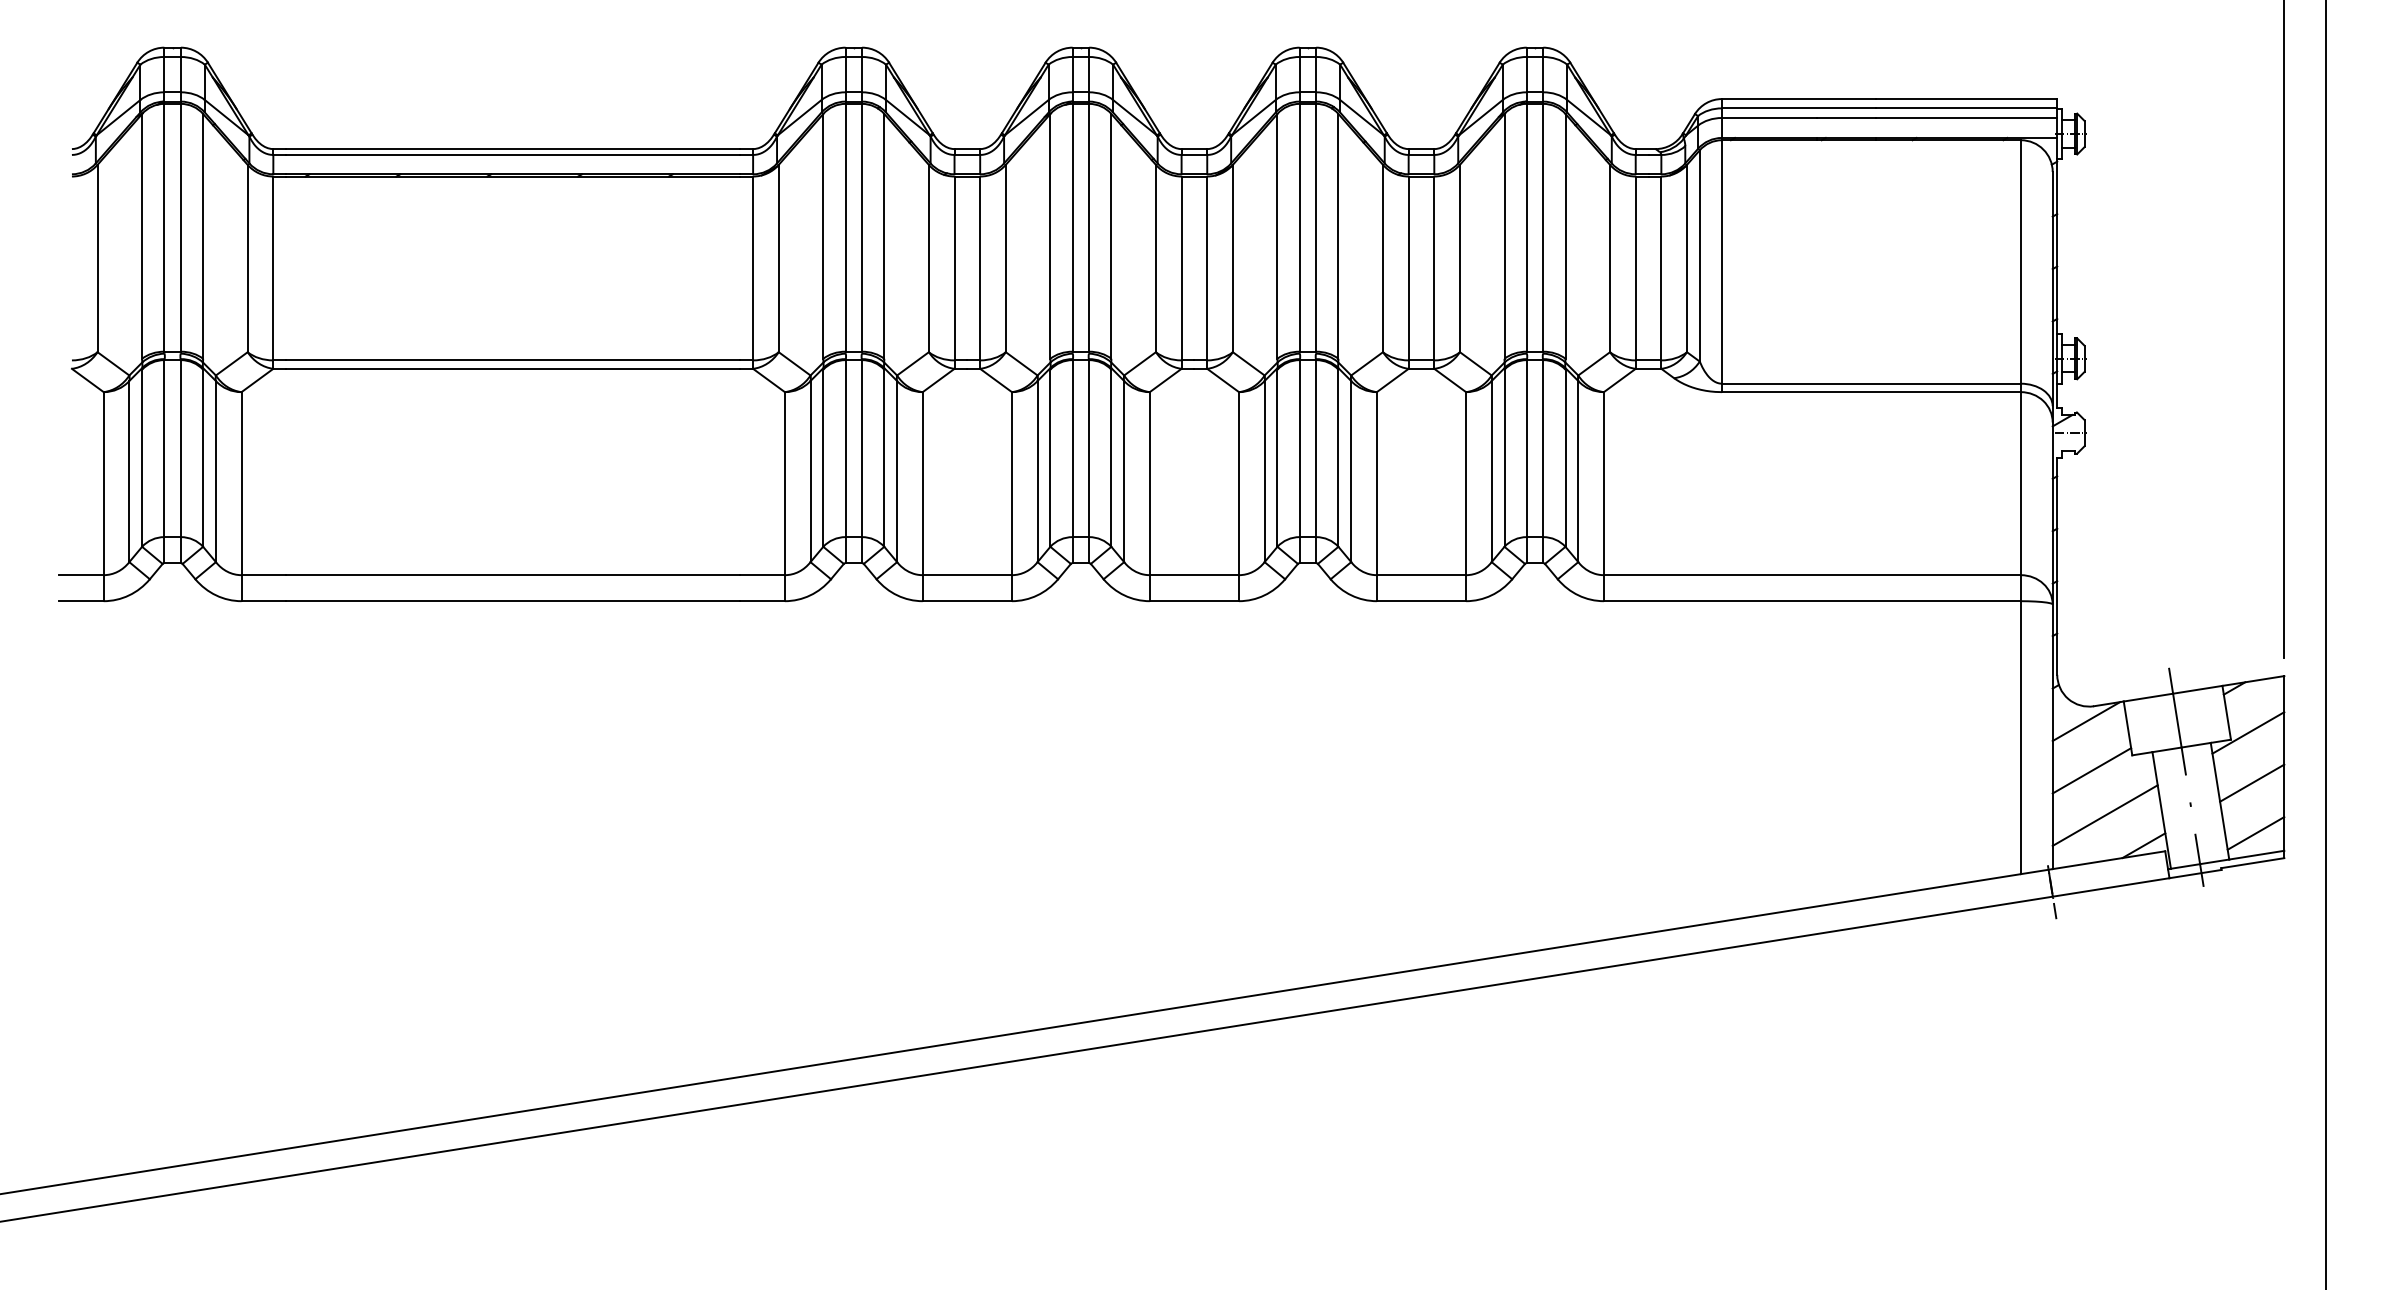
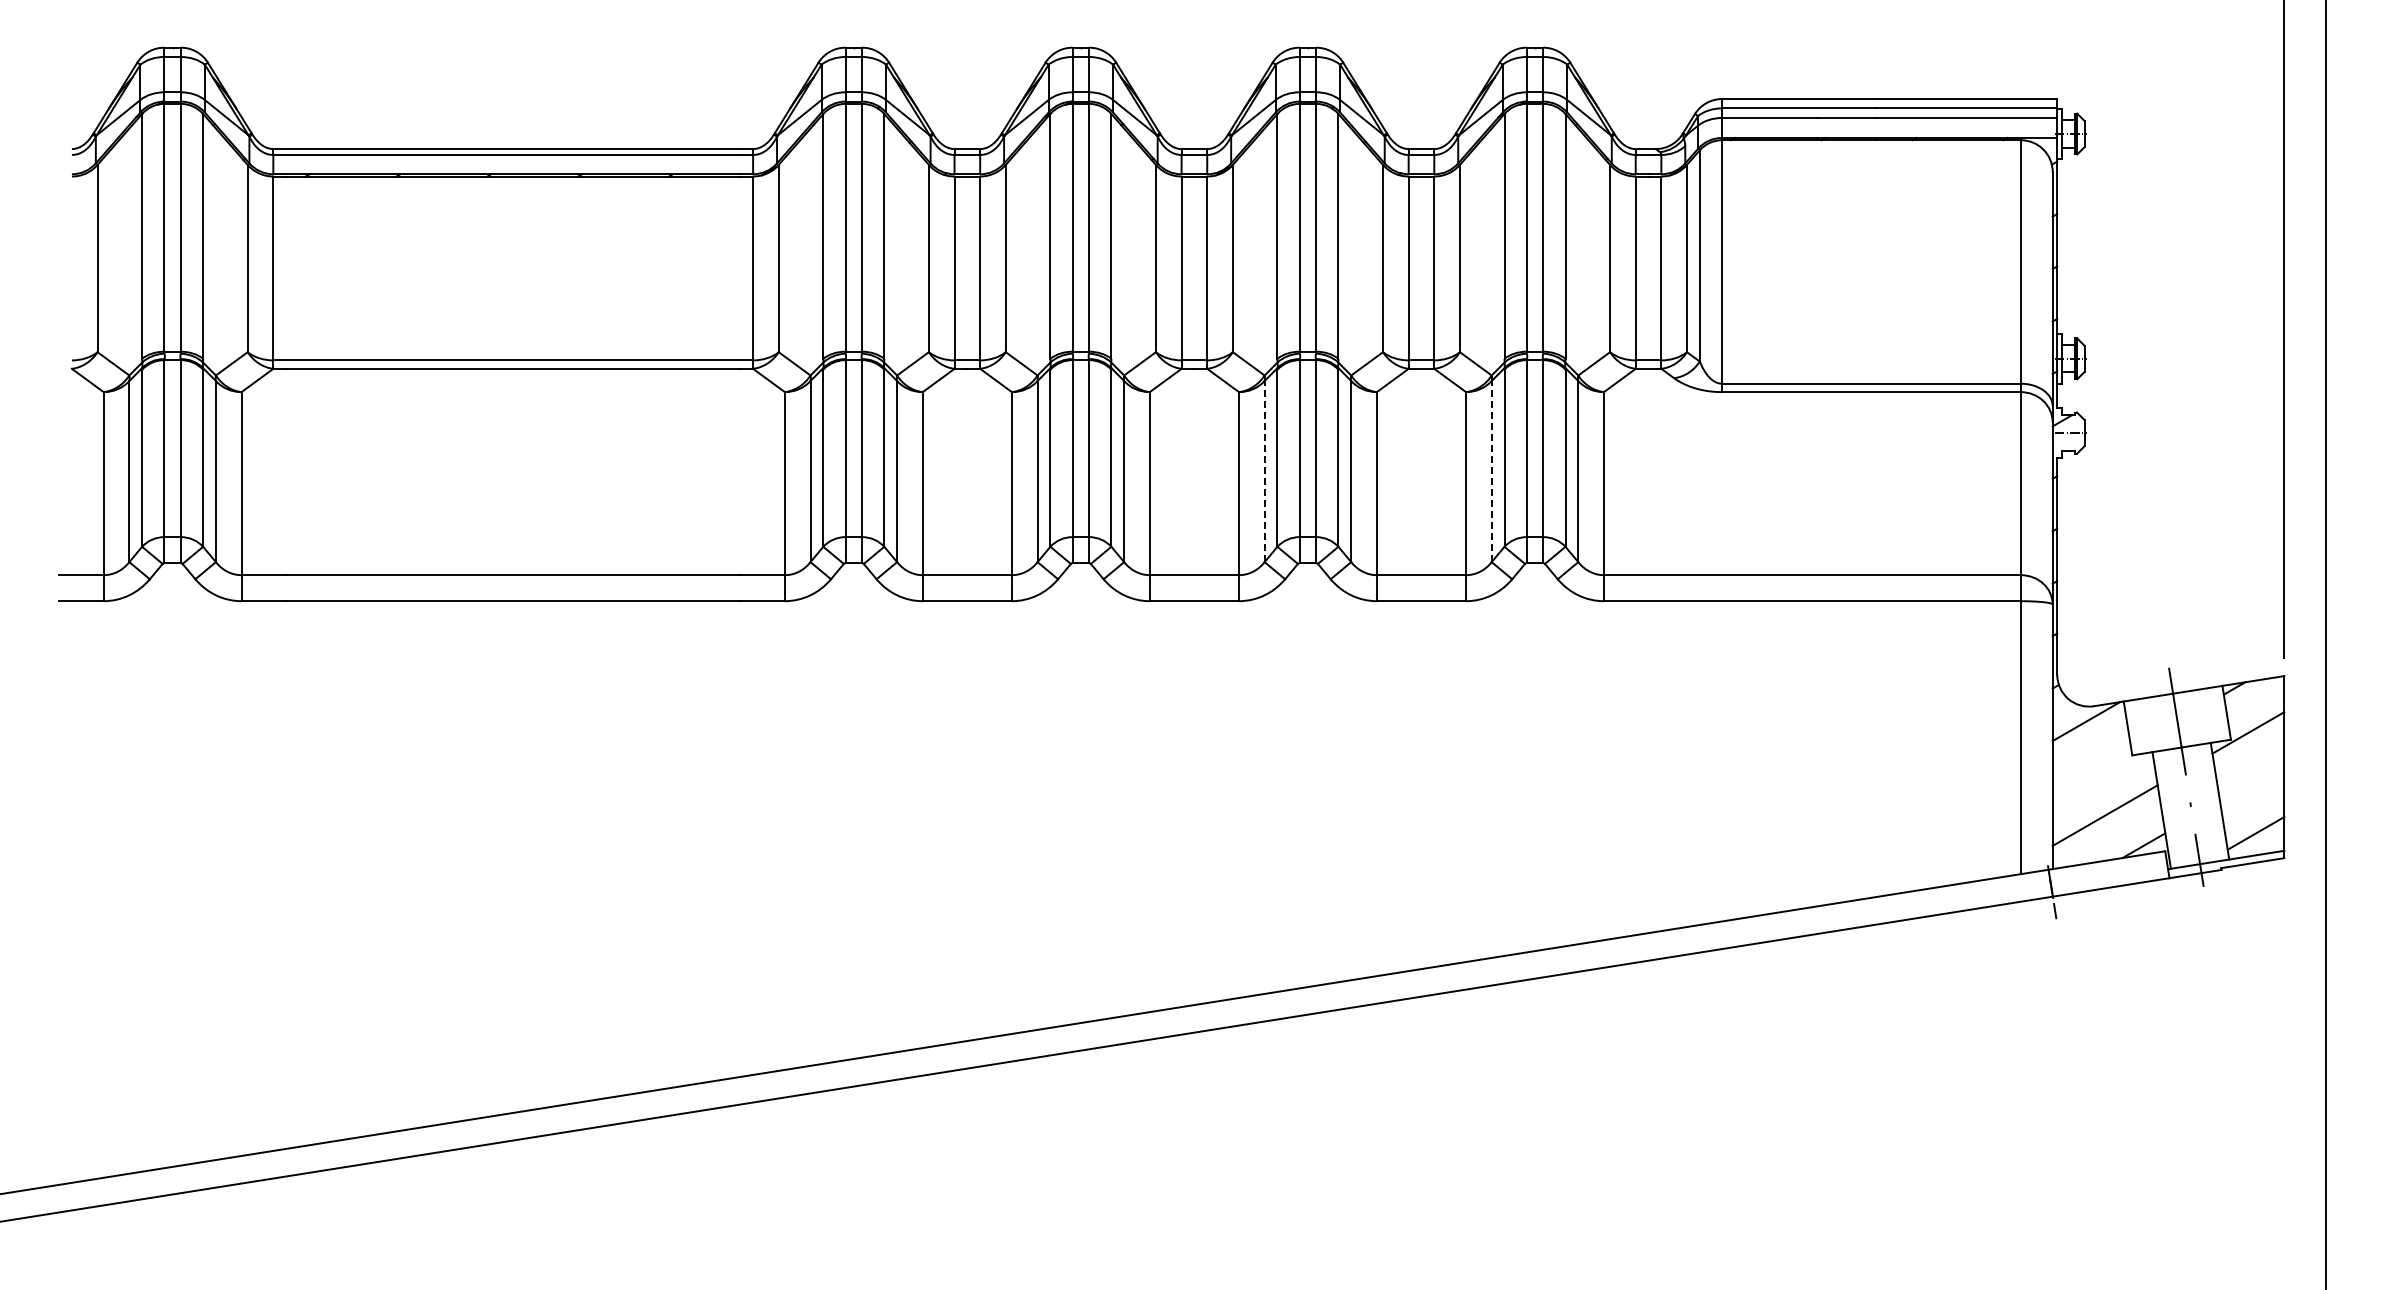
line at (1264, 471): solid -> dashed
line at (1491, 471): solid -> dashed
line at (2091, 770): present -> none
line at (2252, 782): present -> none
